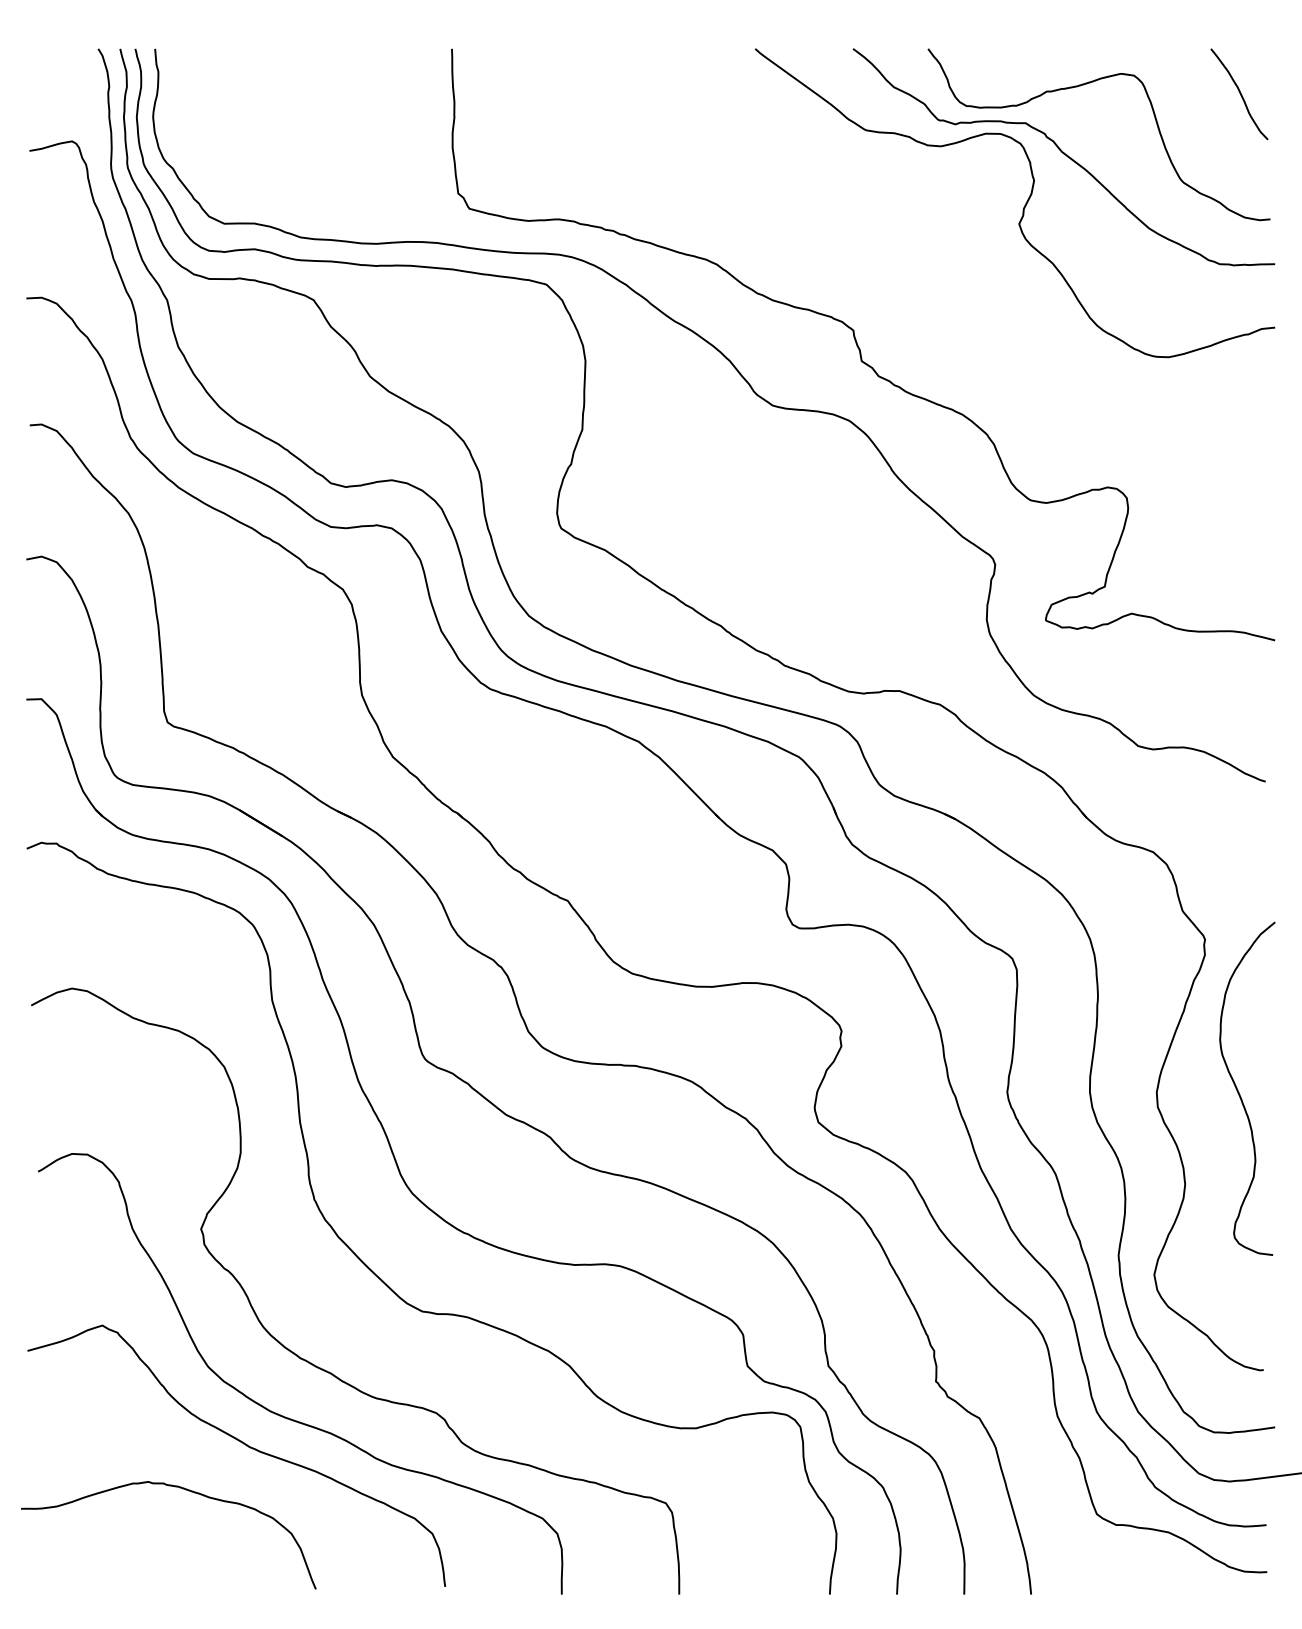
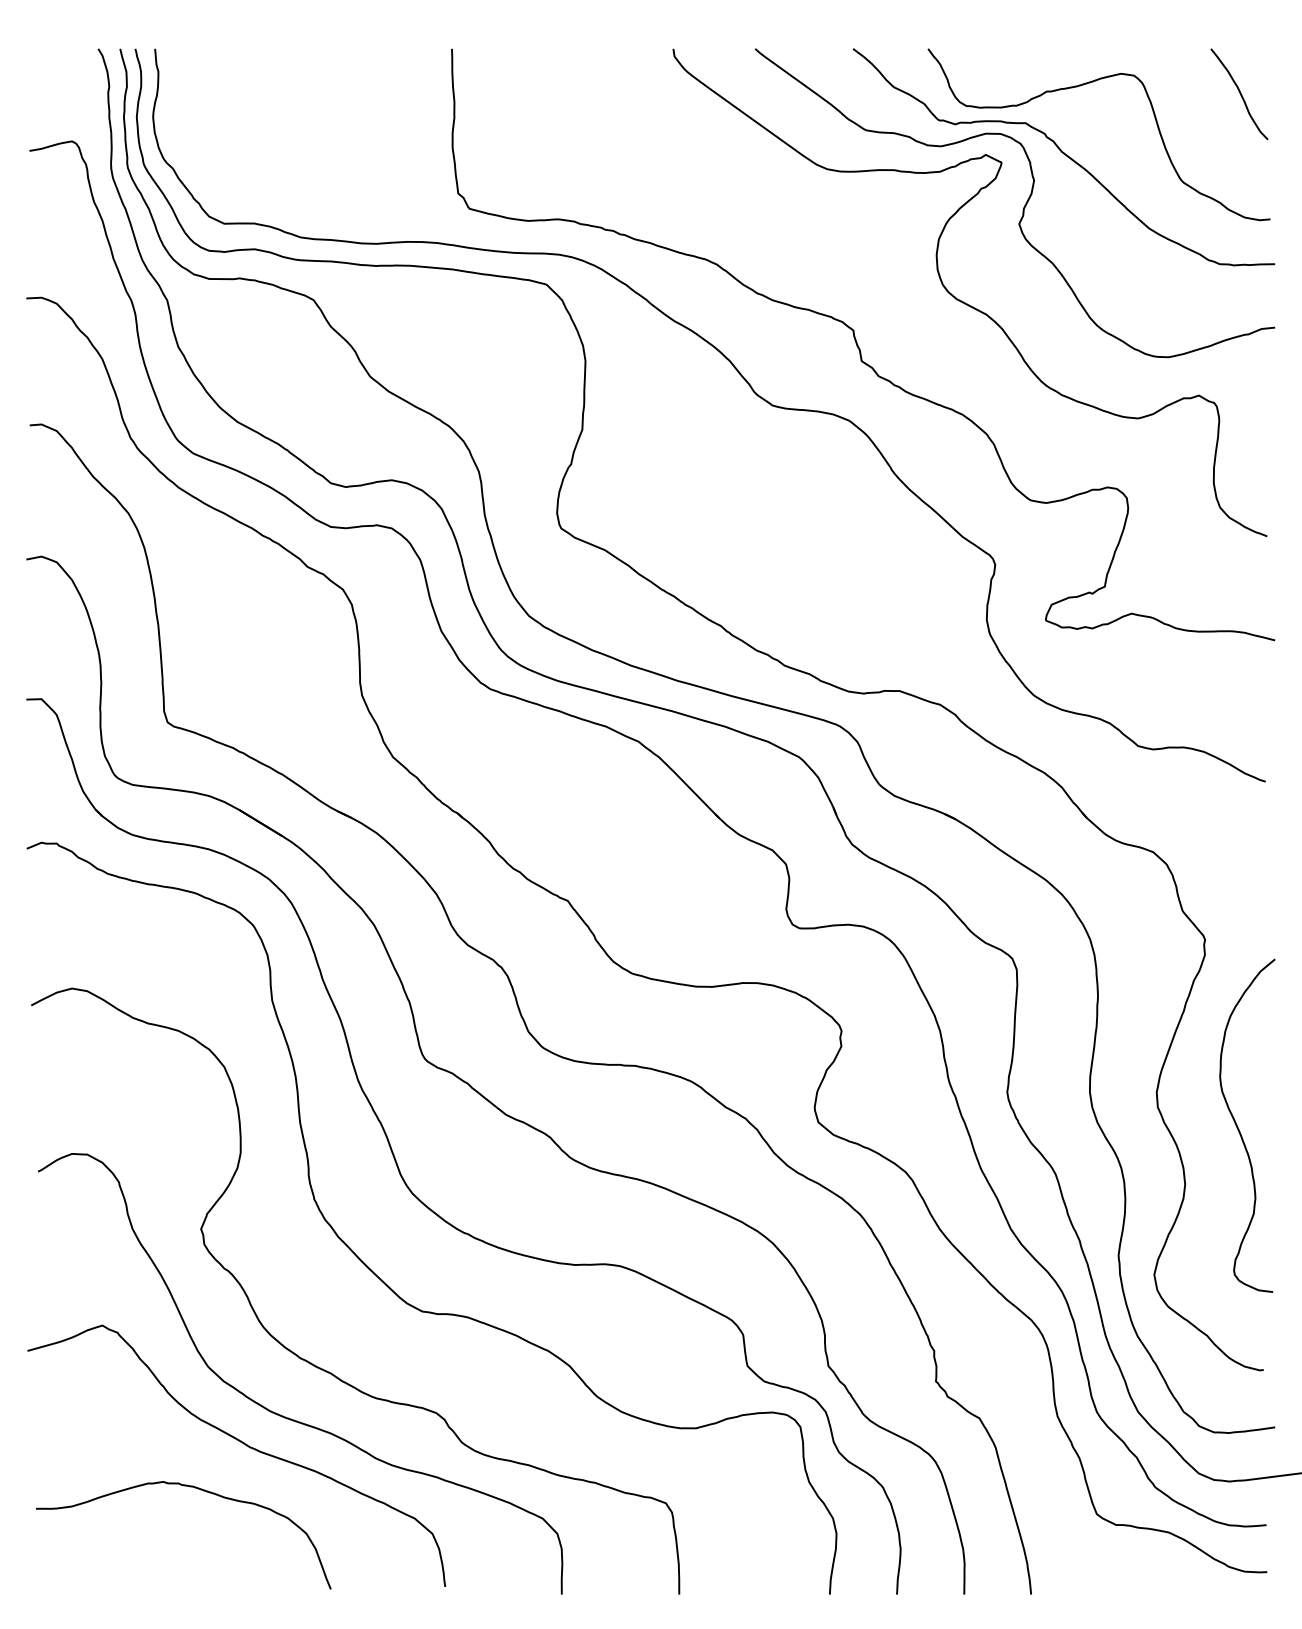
curve at (965, 302): none -> present
curve at (1239, 1092) position: (1239, 1092) -> (1239, 1129)
curve at (182, 1489) position: (182, 1489) -> (197, 1489)
